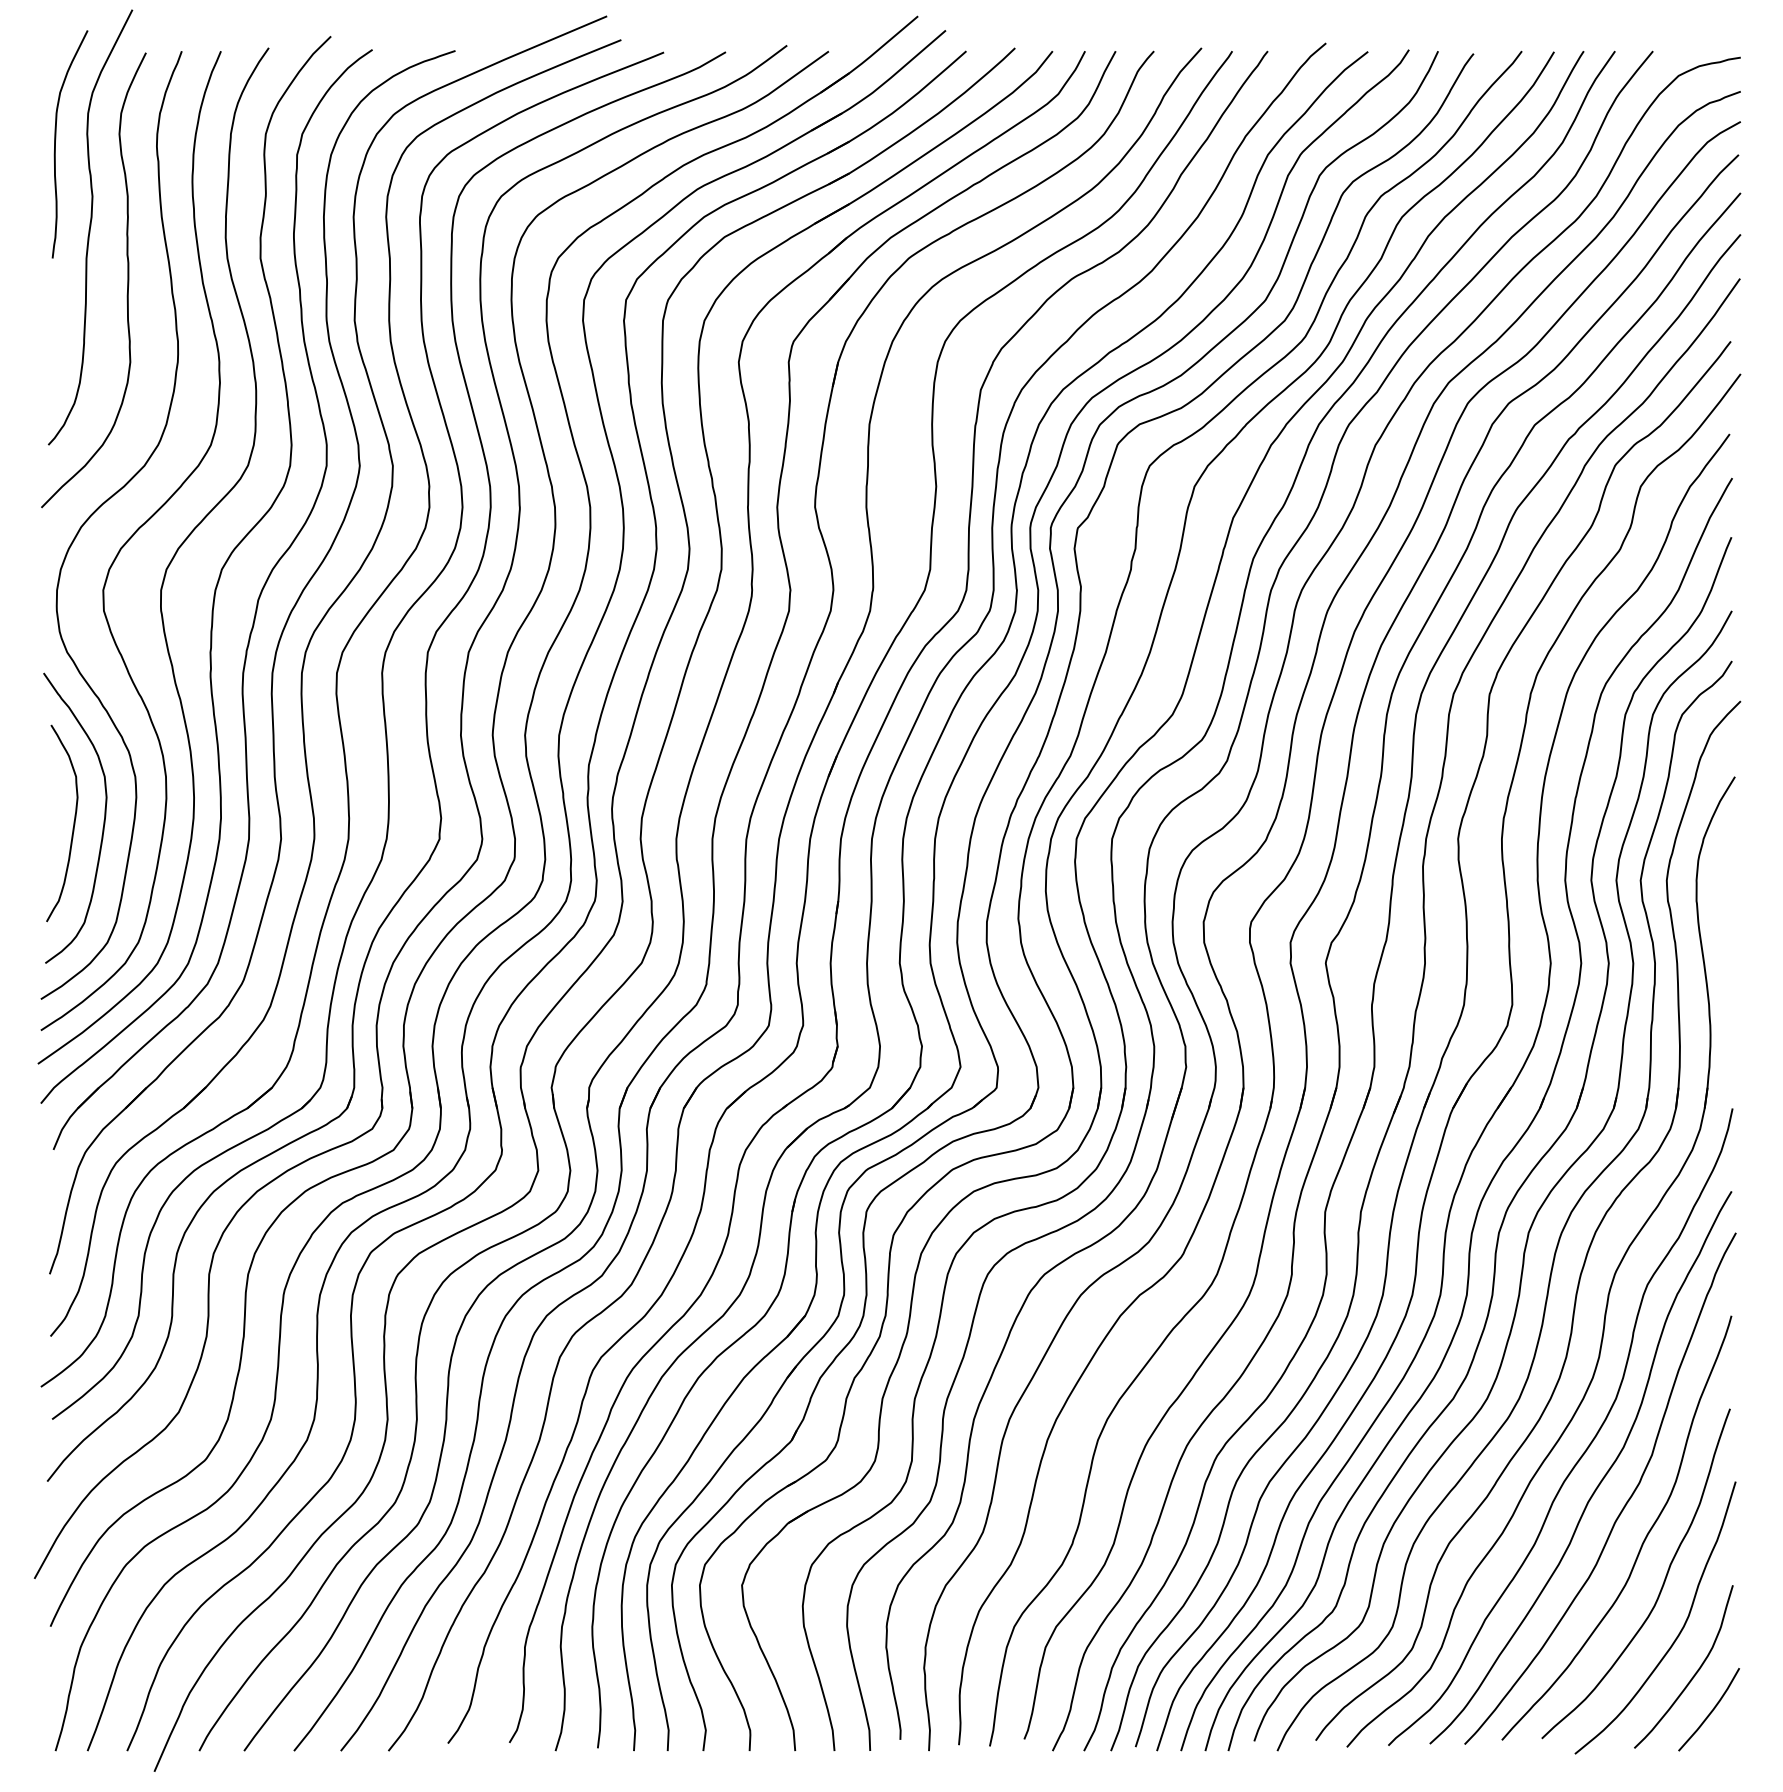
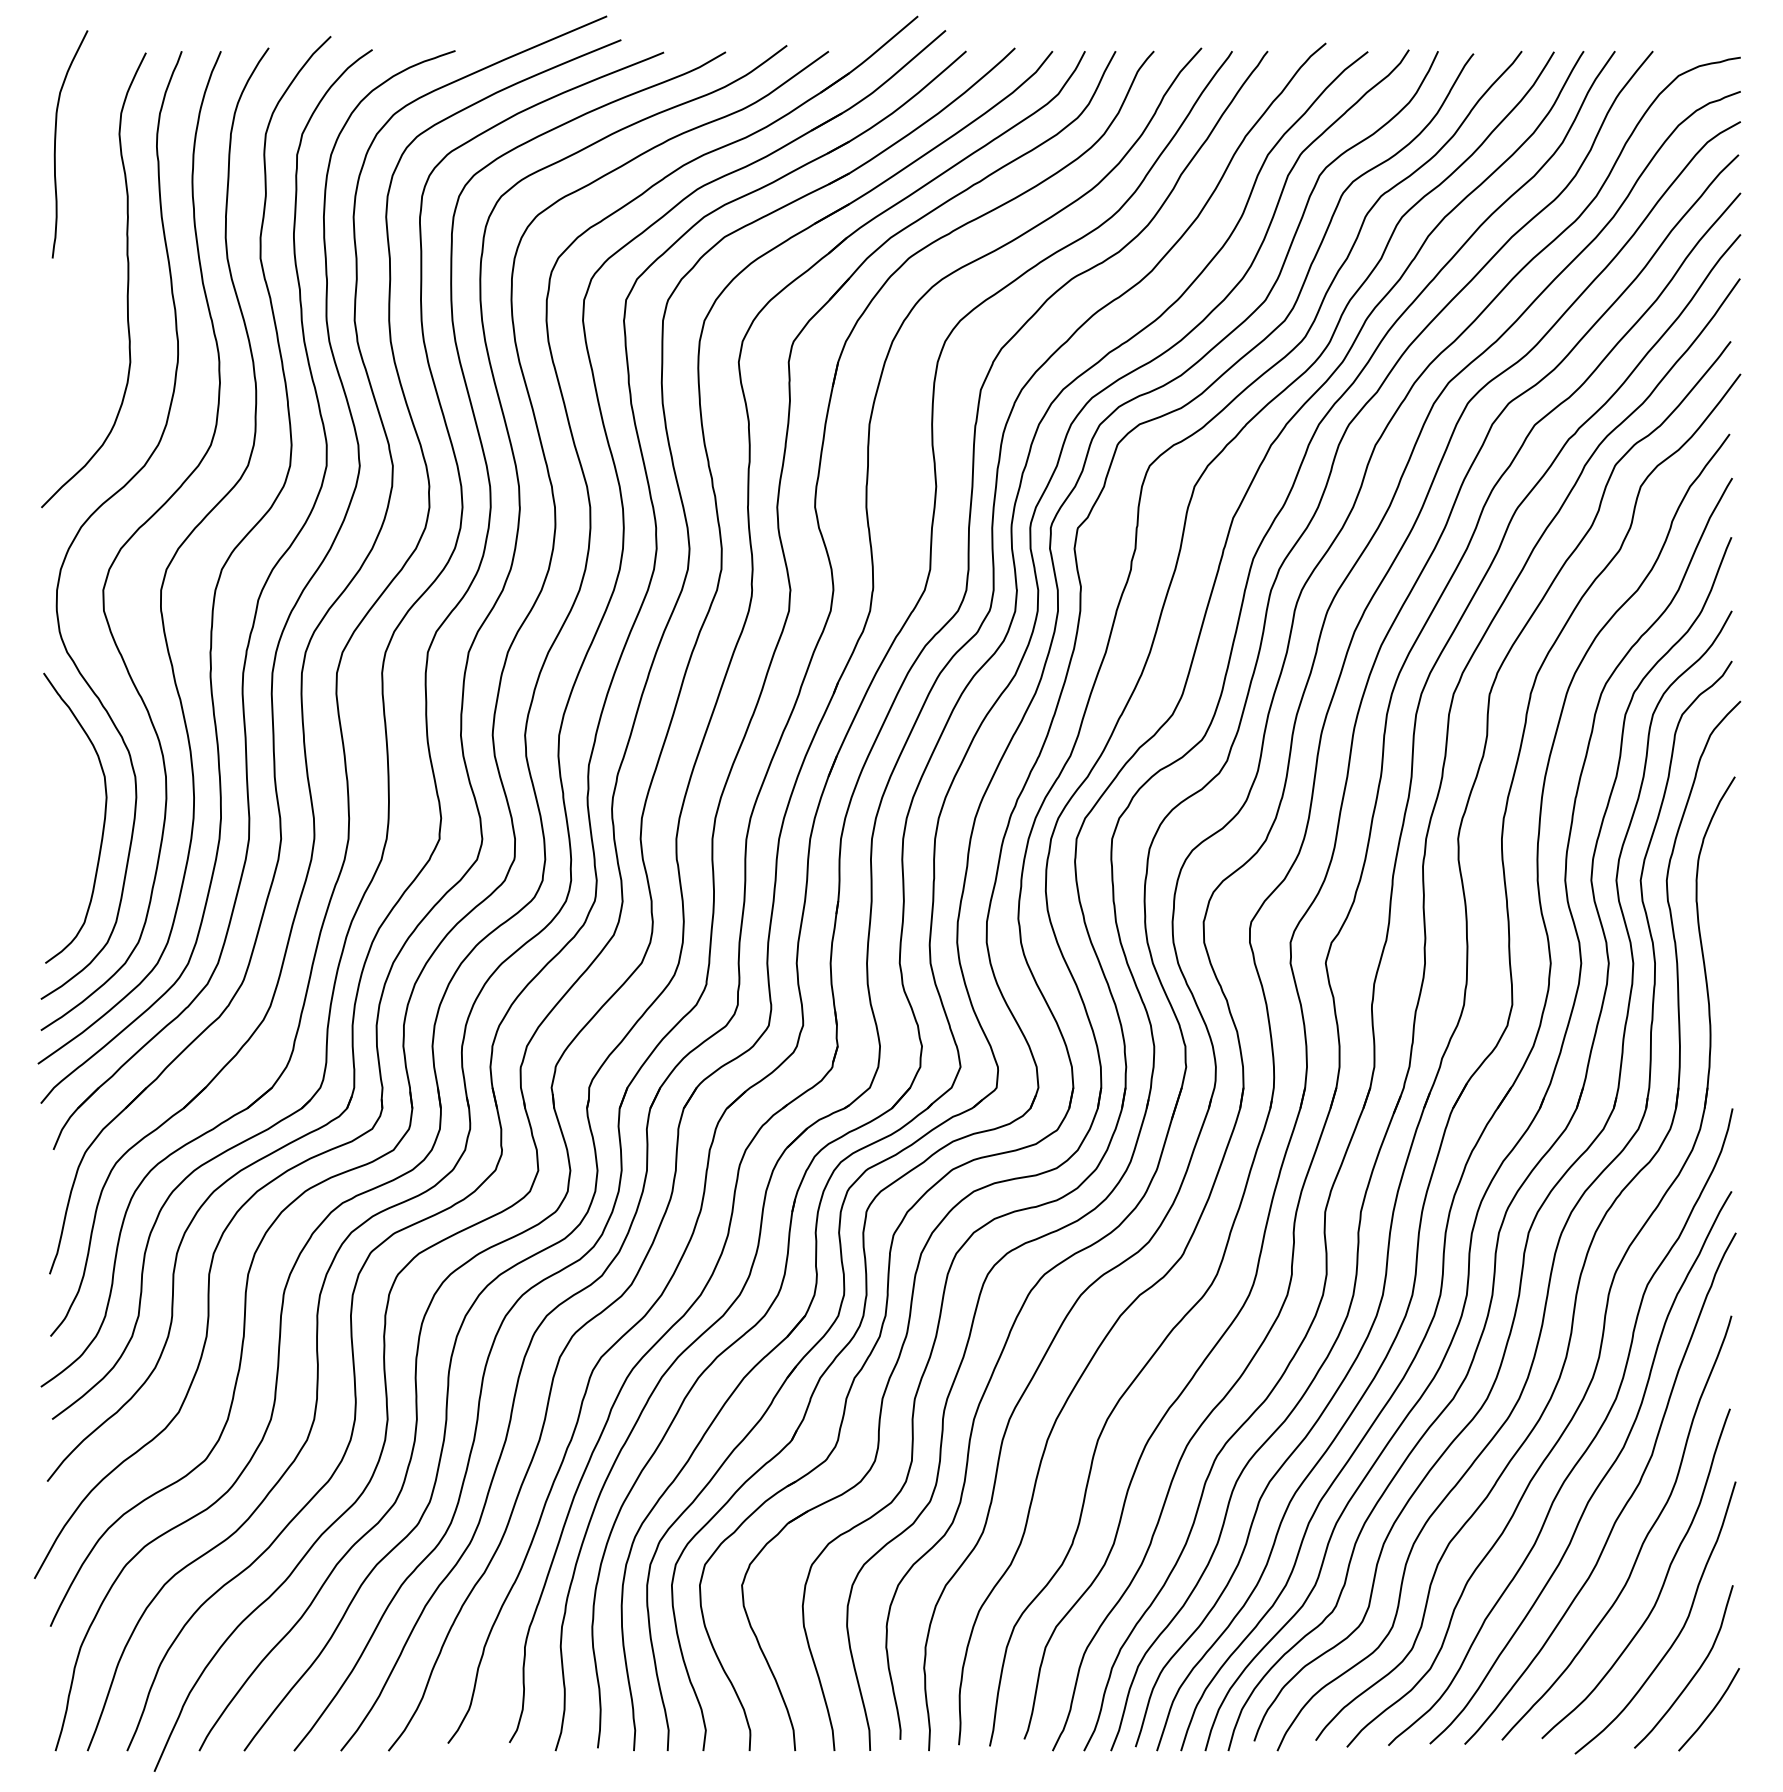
curve at (90, 227): present -> none
curve at (73, 823): present -> none
